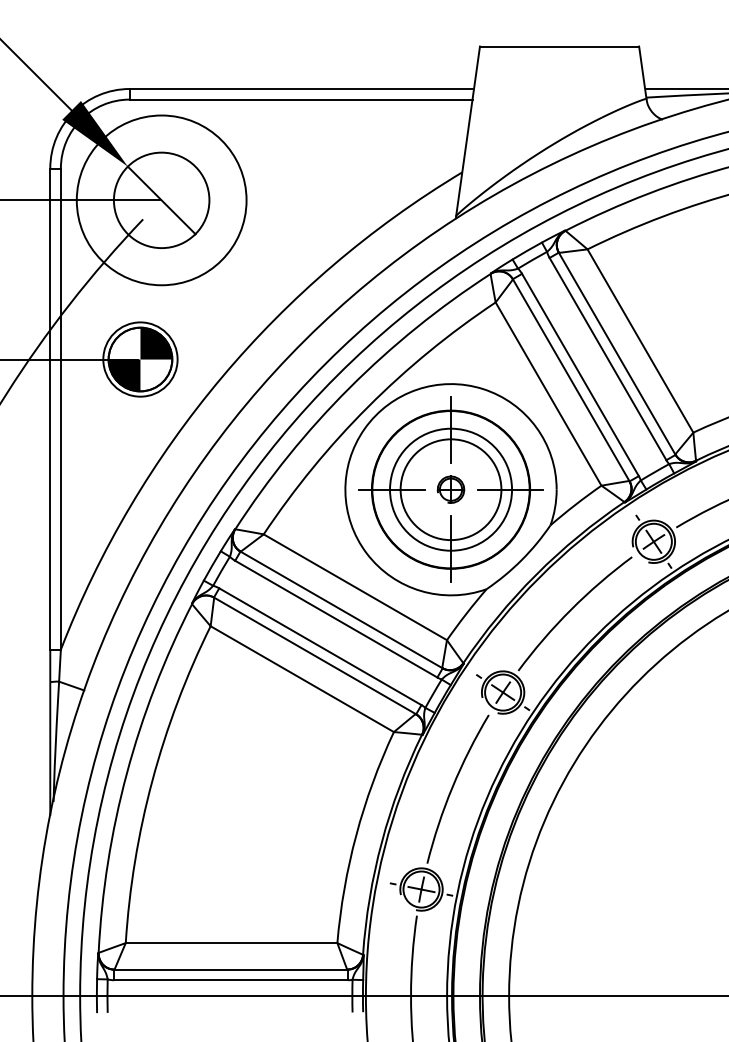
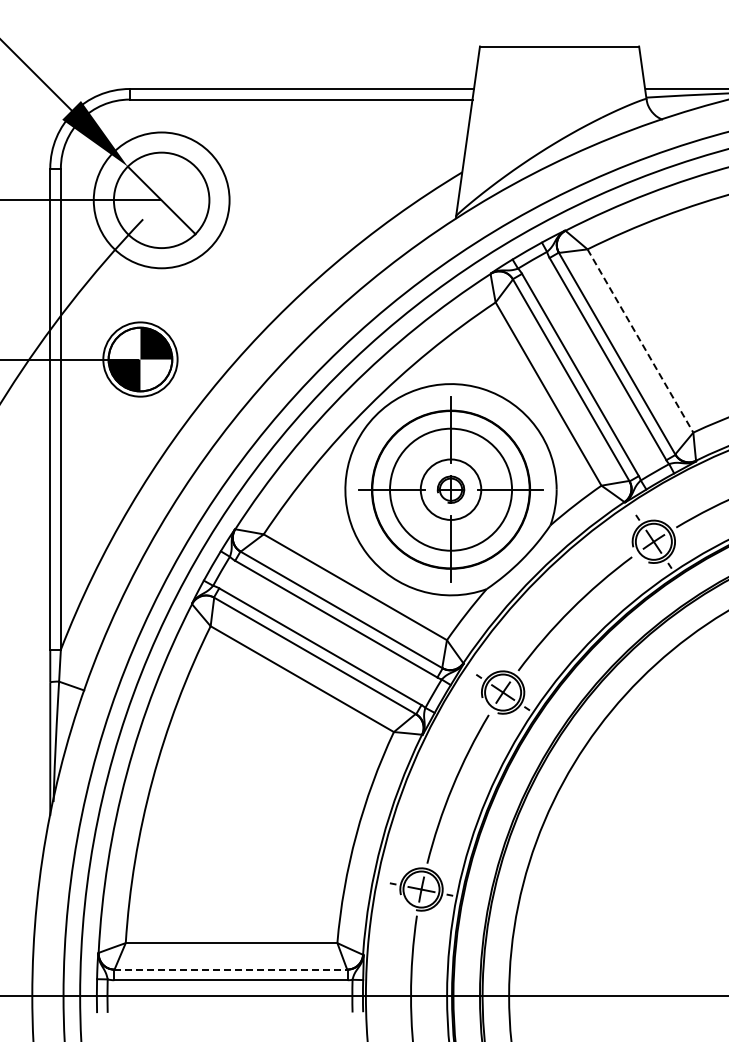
circle at (161, 200) diameter: 170 px -> 136 px
line at (640, 341): solid -> dashed
circle at (450, 489) diameter: 101 px -> 60 px
line at (231, 969): solid -> dashed
